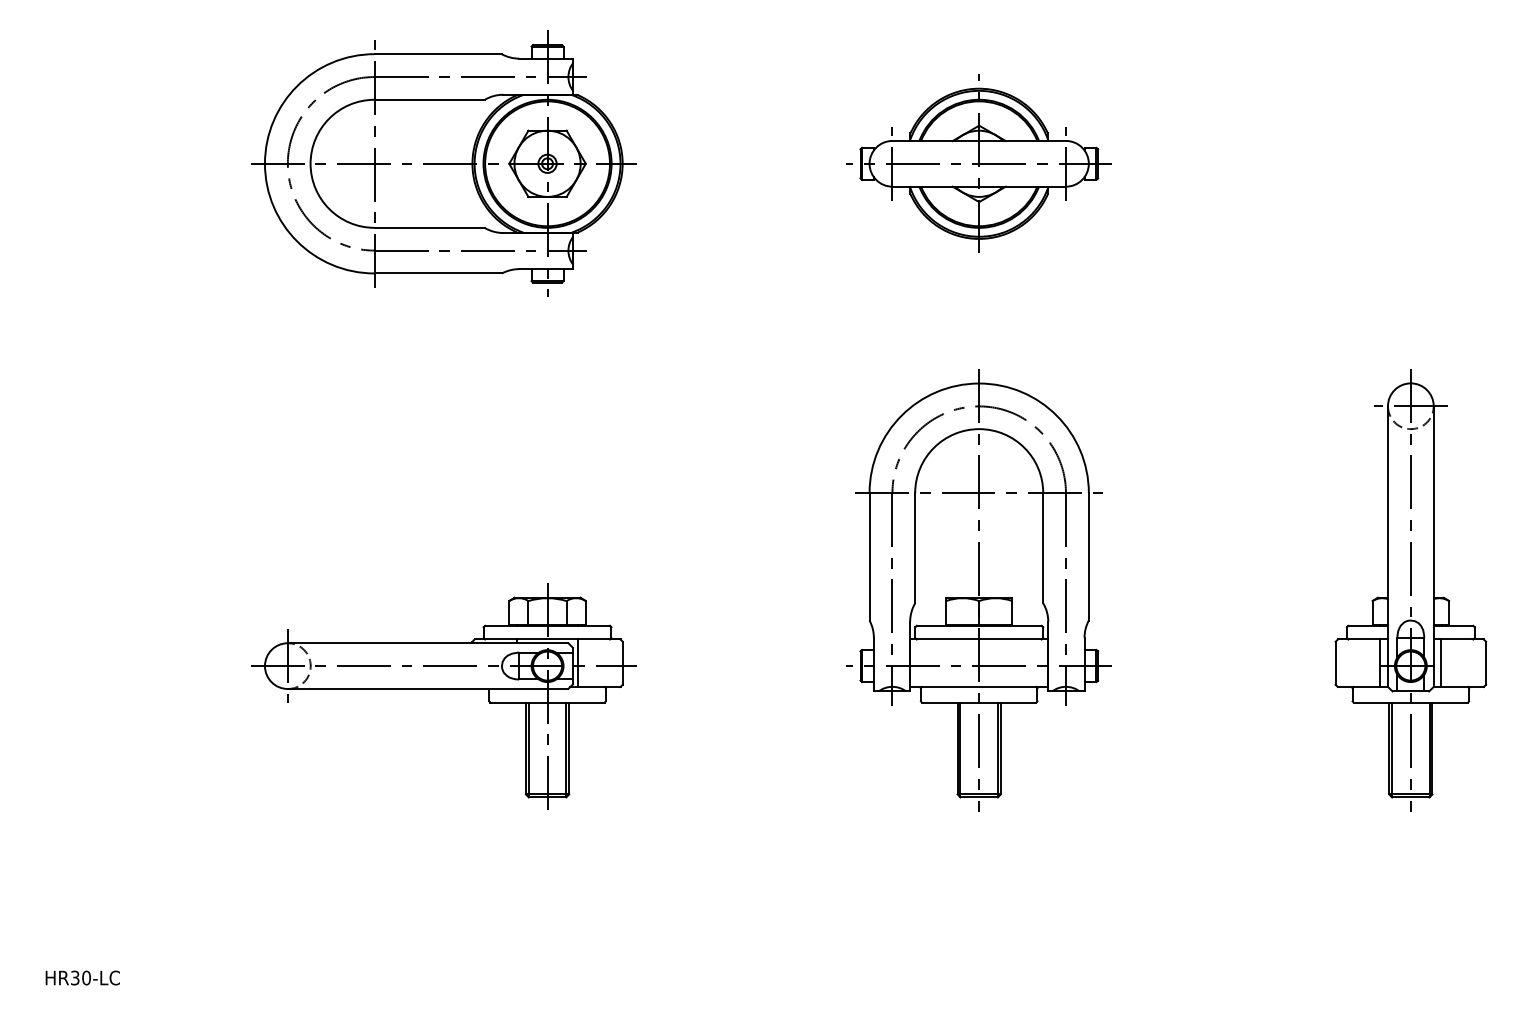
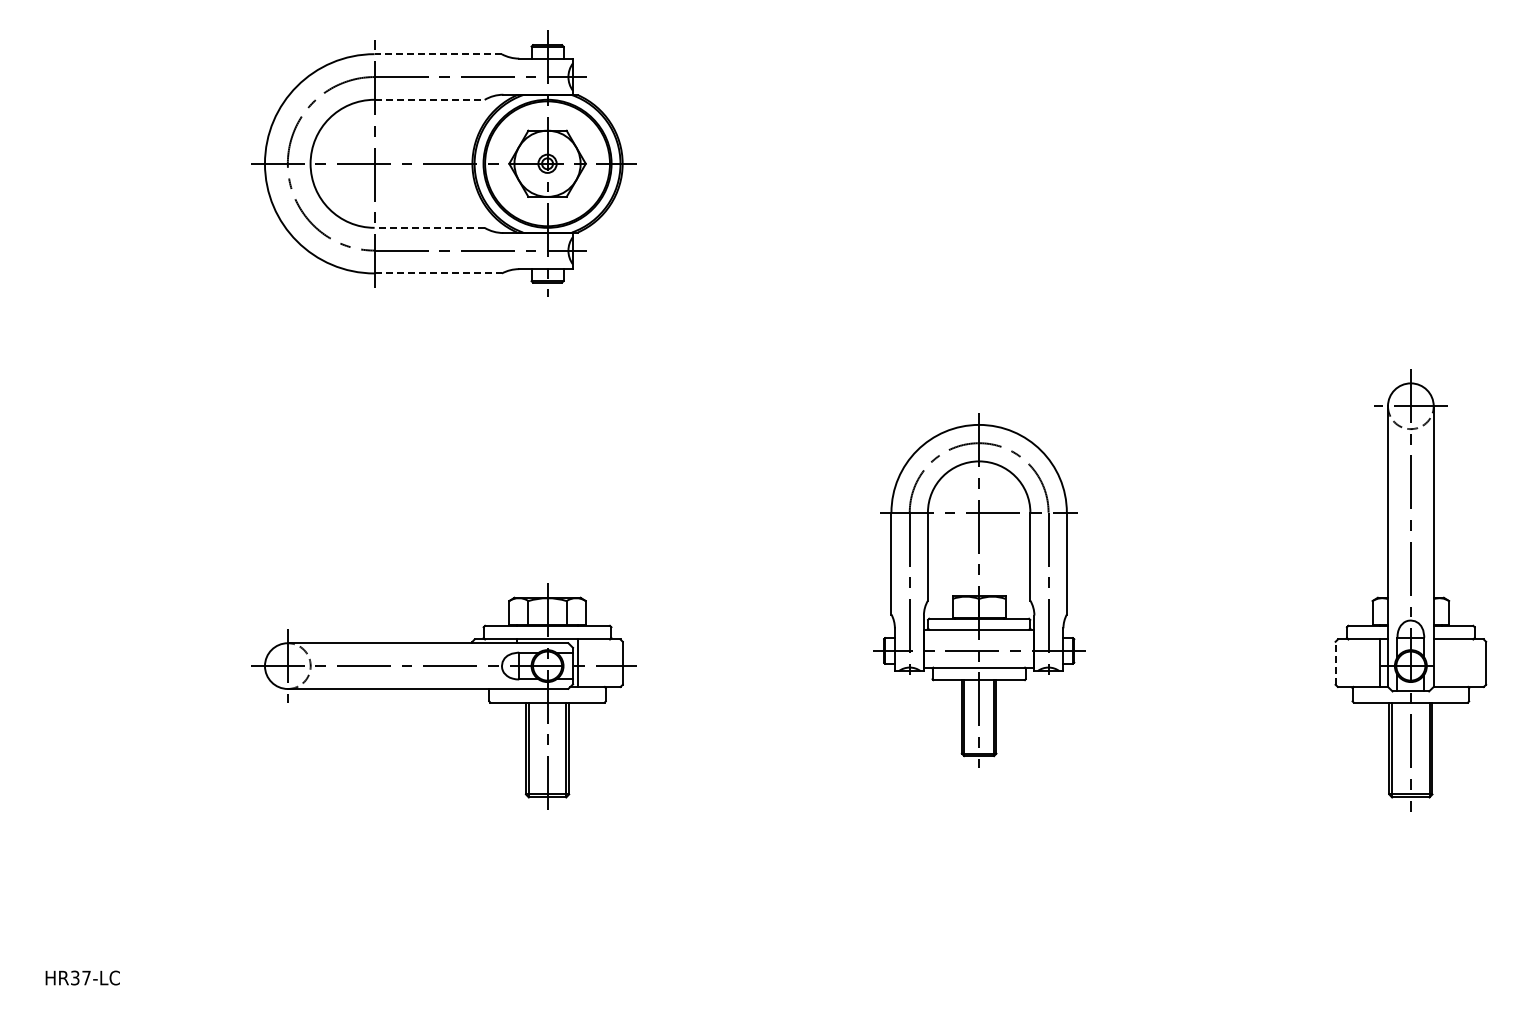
line at (438, 54): solid -> dashed
line at (430, 99): solid -> dashed
part at (978, 163): present -> none
line at (429, 227): solid -> dashed
line at (438, 273): solid -> dashed
part at (978, 590) size: 266x443 px -> 213x355 px
line at (1441, 662): present -> none
line at (1335, 663): solid -> dashed
text at (86, 977): HR30-LC -> HR37-LC
